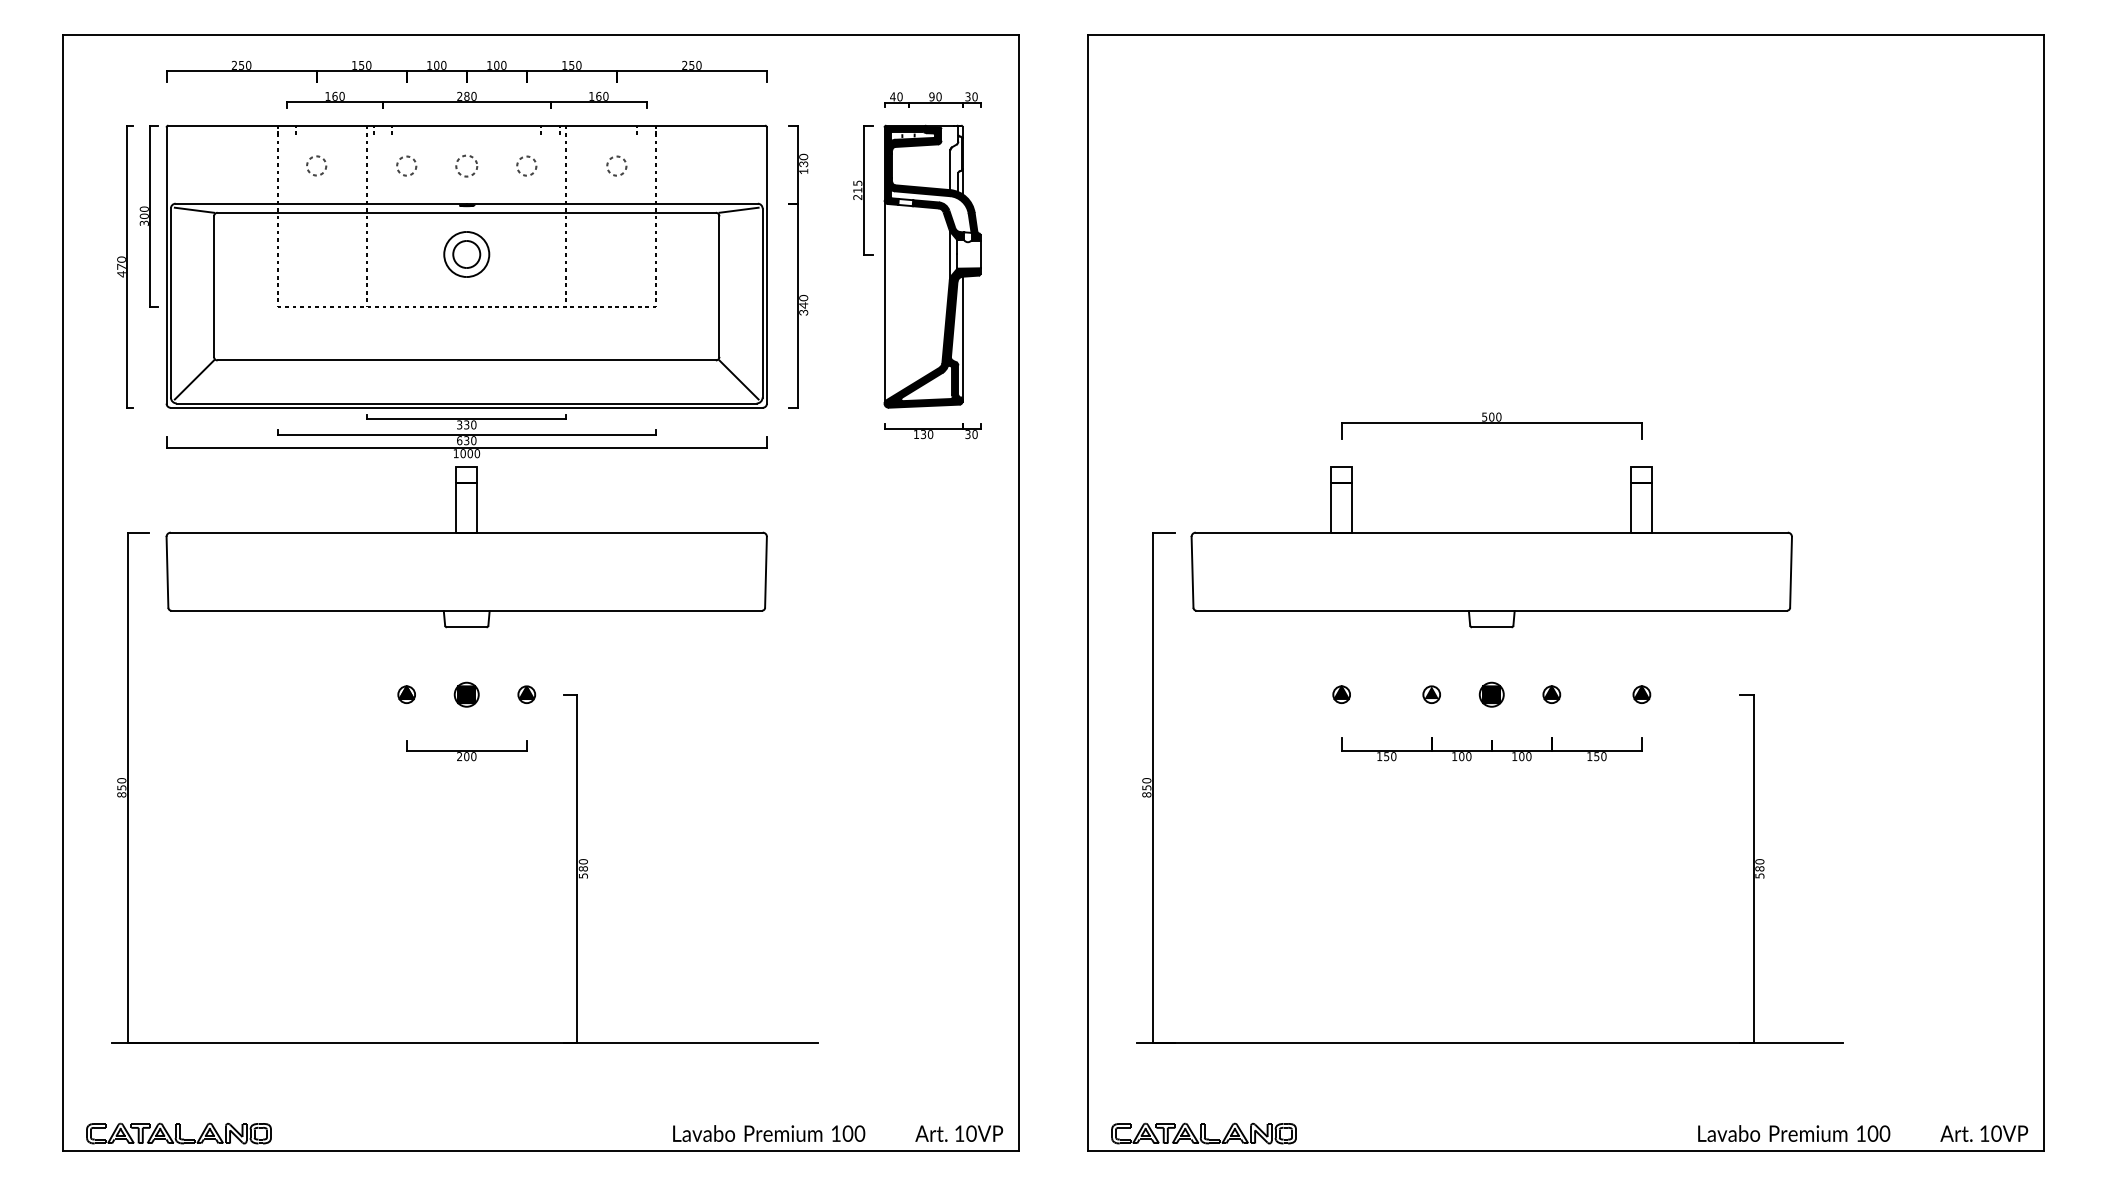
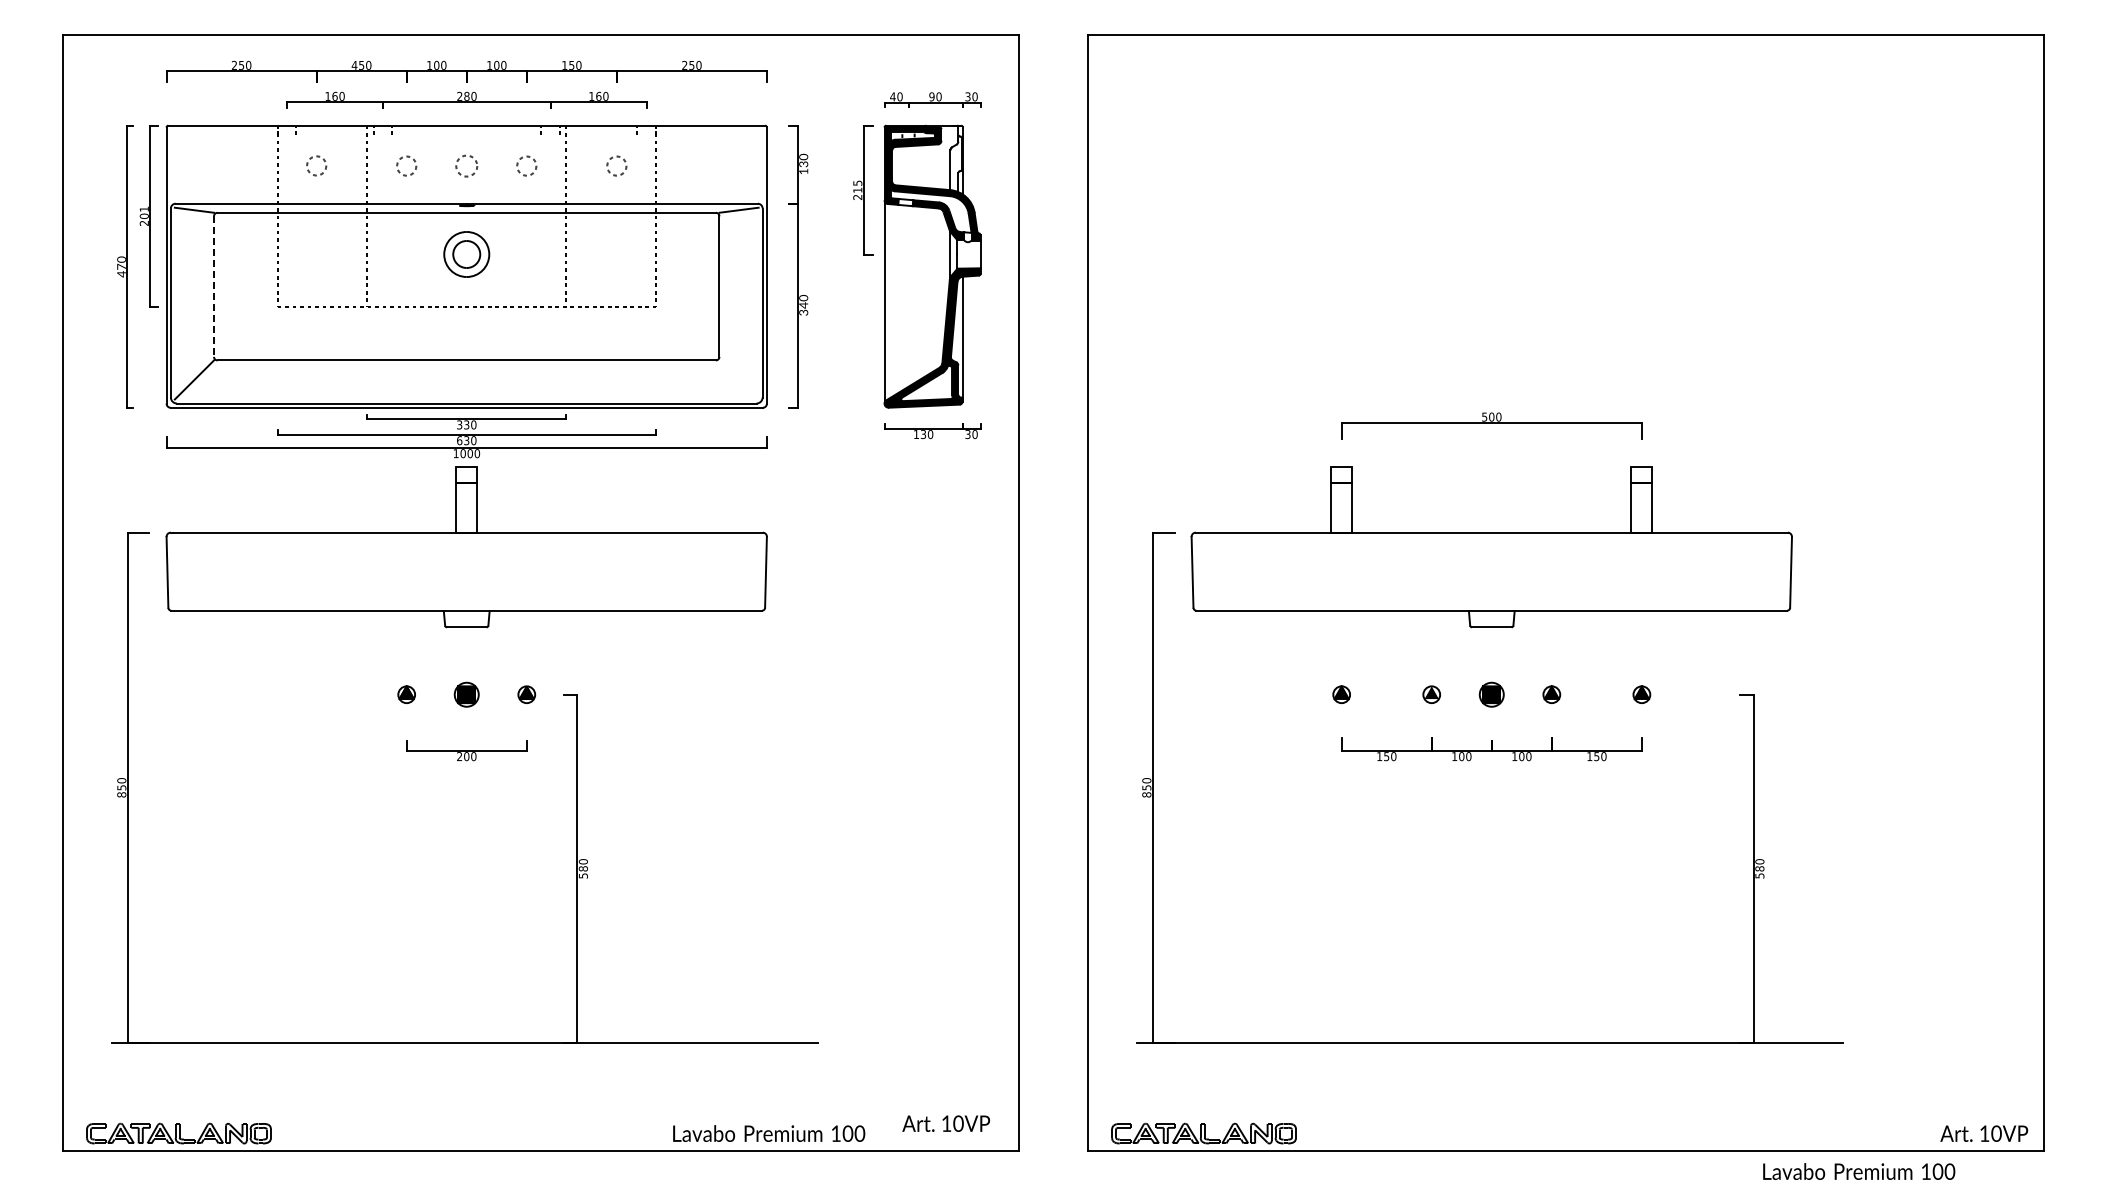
text at (354, 65): 150 -> 450
text at (143, 215): 300 -> 201
line at (214, 287): solid -> dashed
line at (738, 379): present -> none
text at (959, 1133) position: (959, 1133) -> (946, 1123)
text at (1794, 1133) position: (1794, 1133) -> (1859, 1171)
